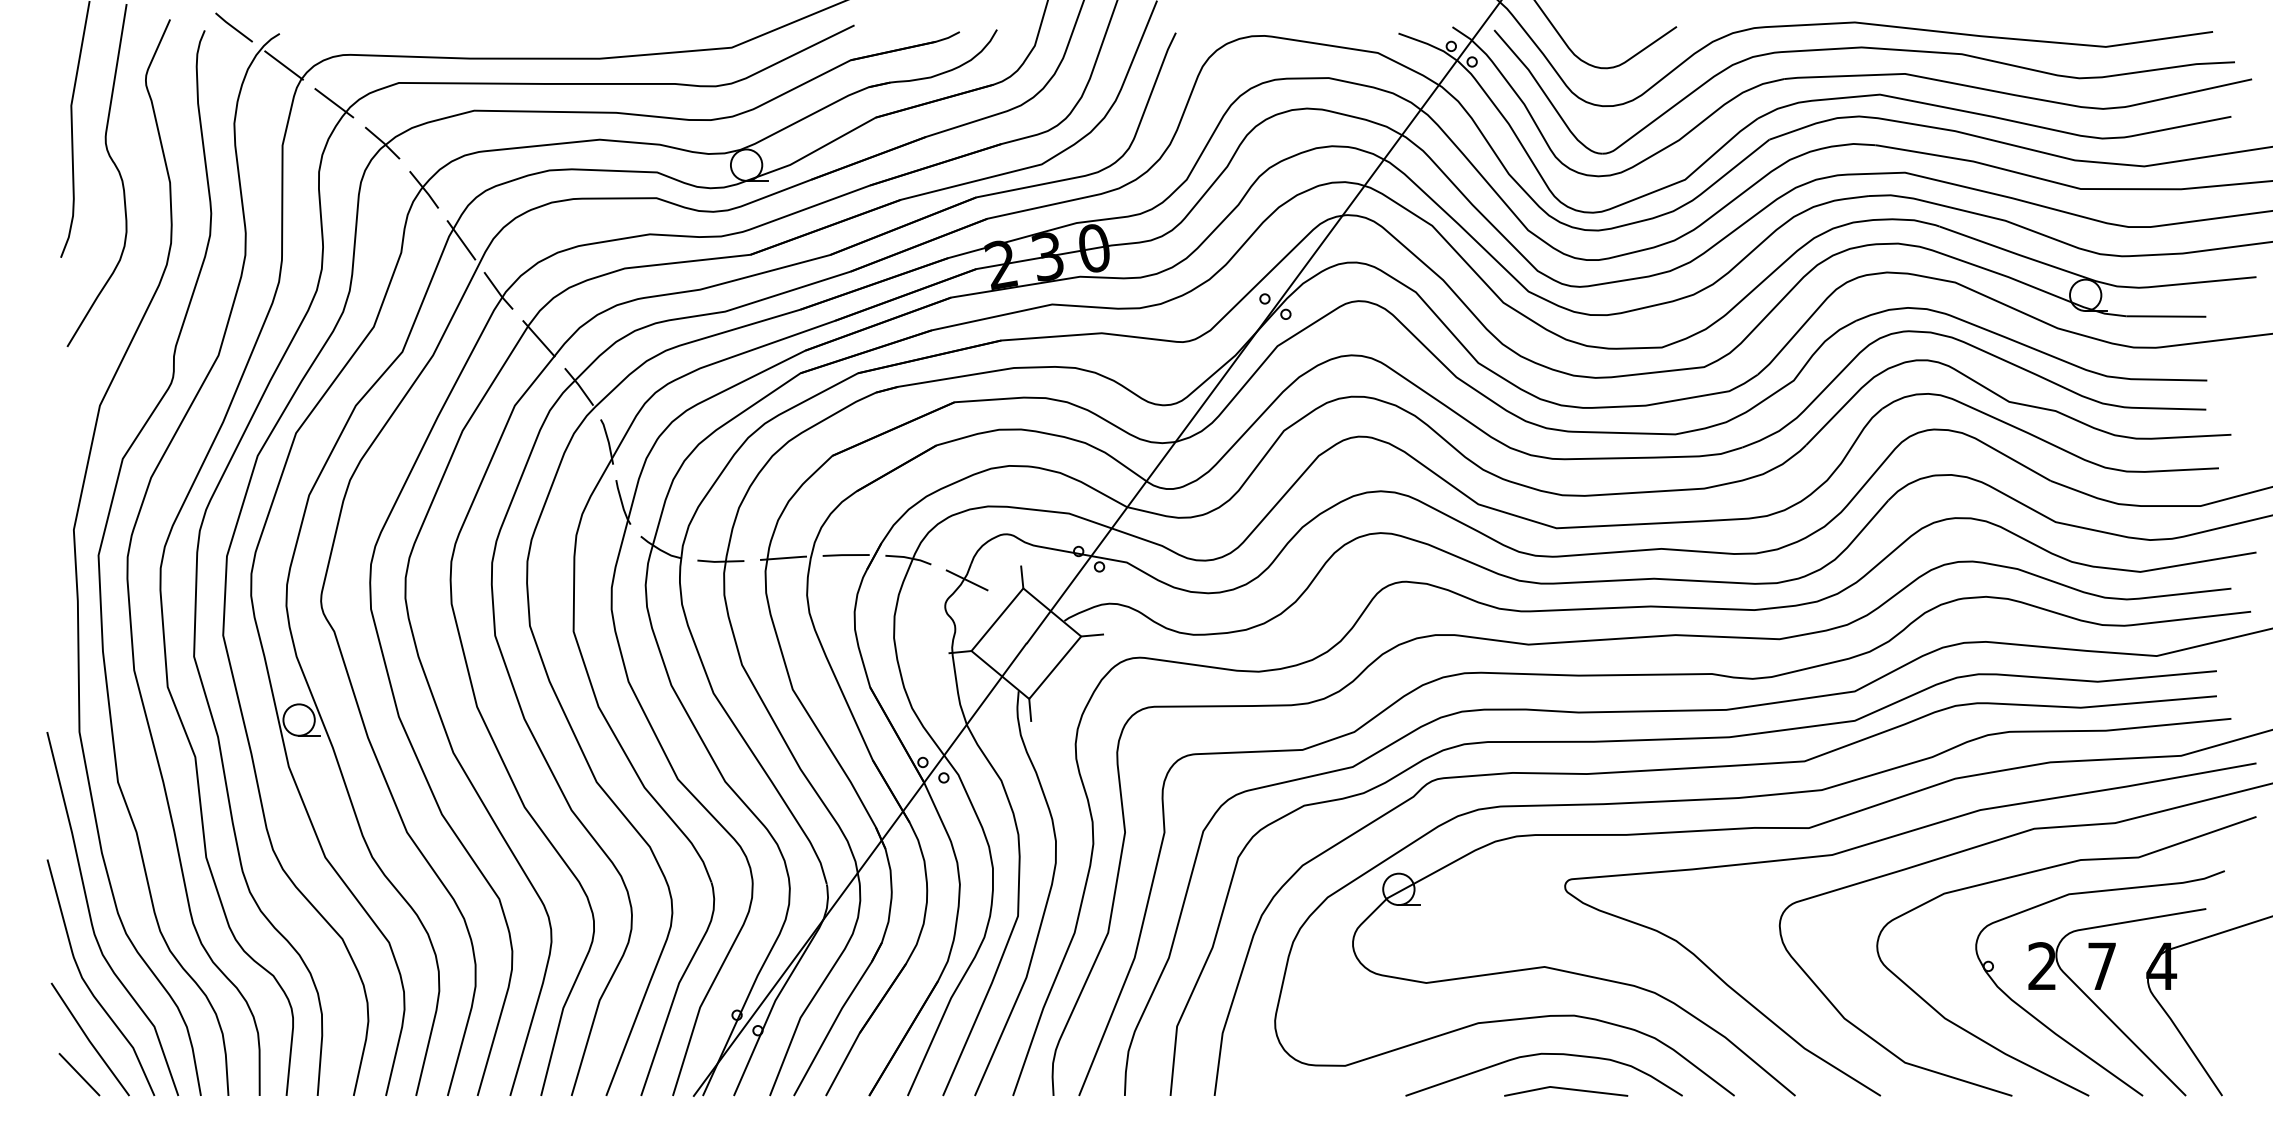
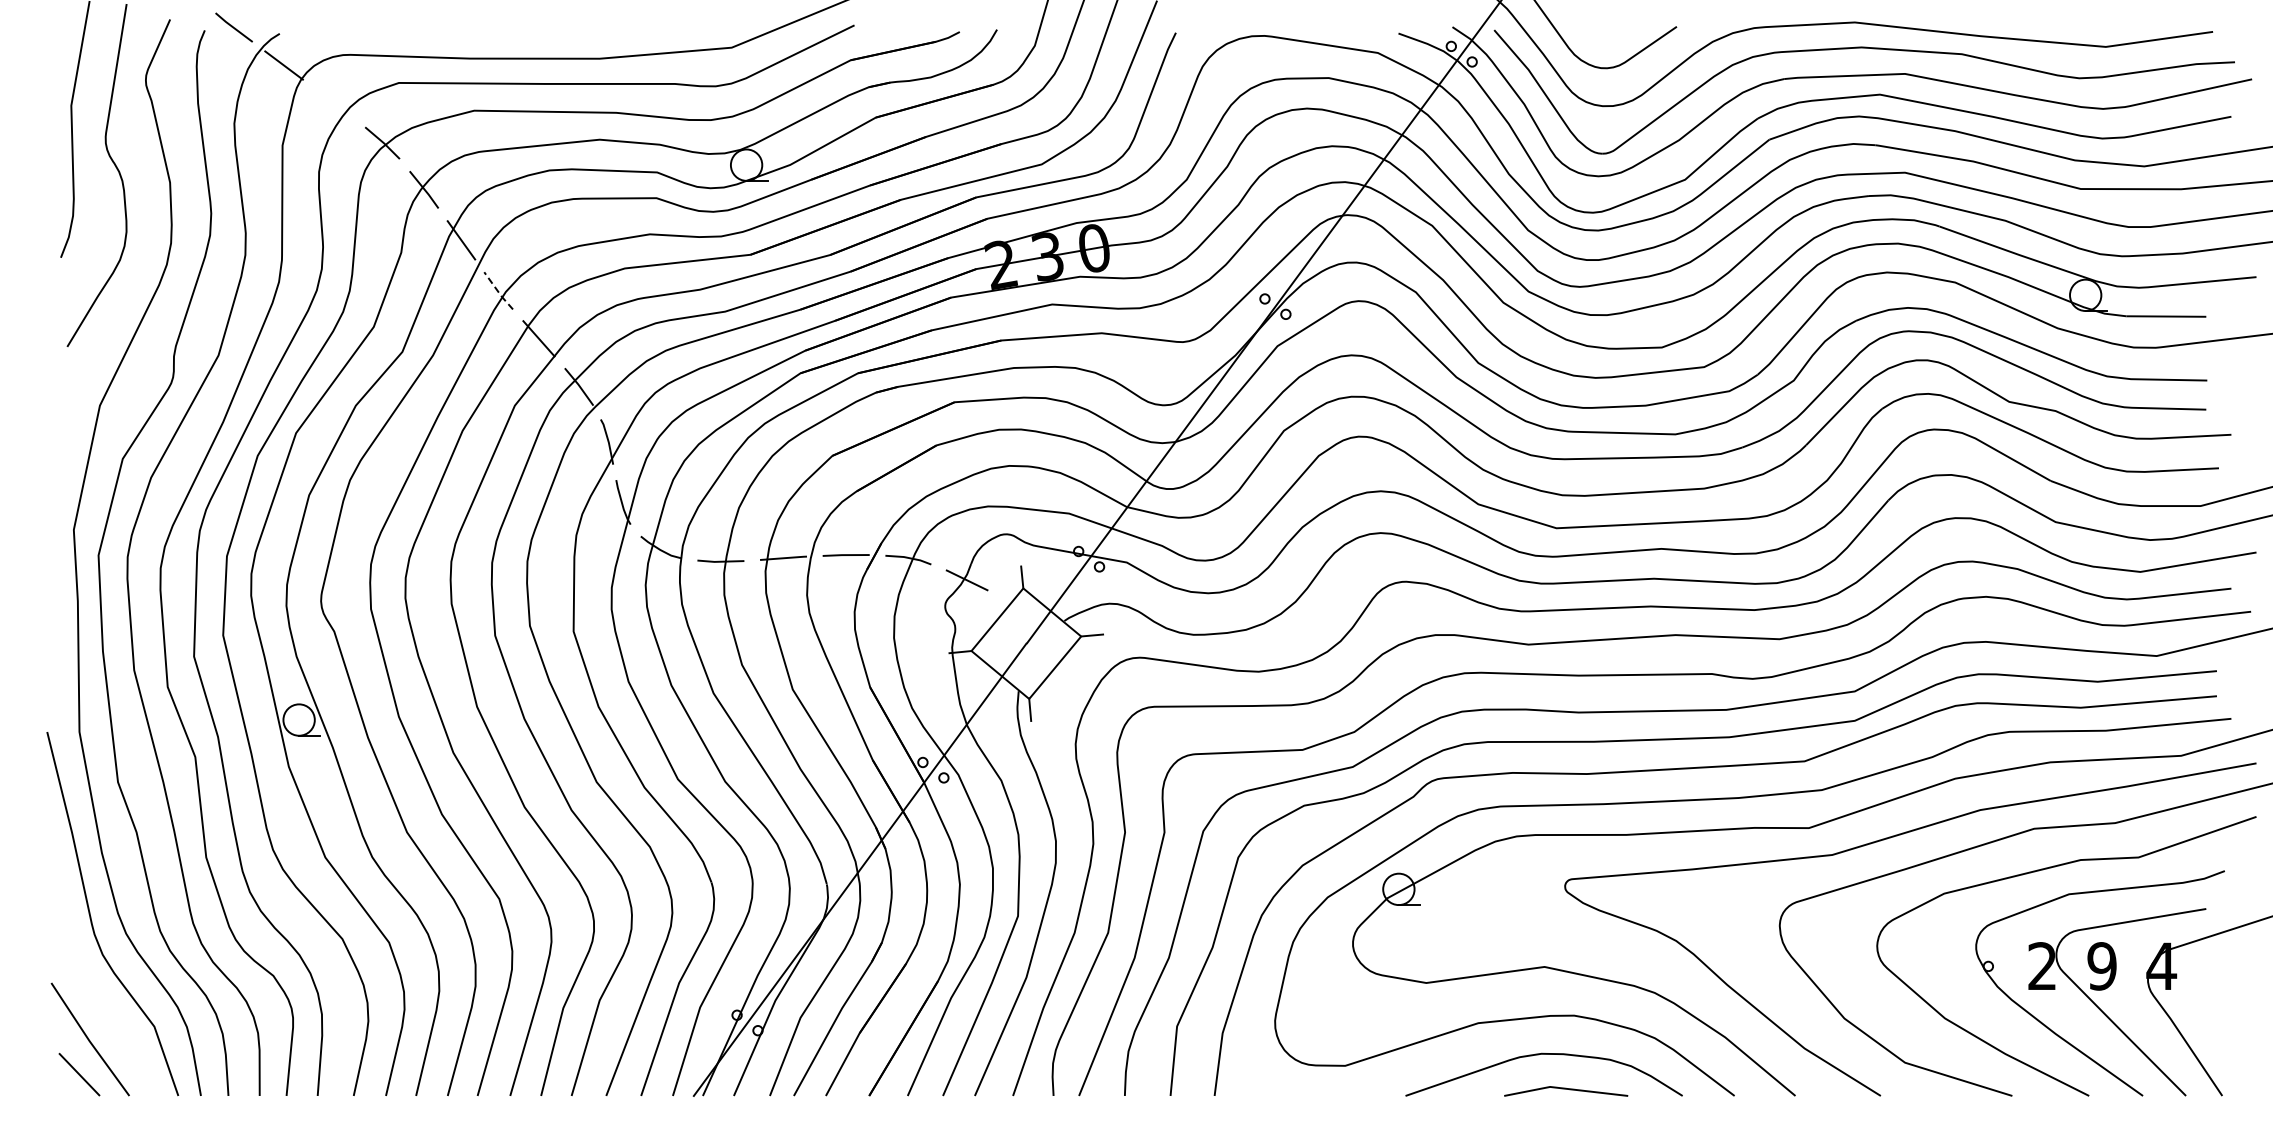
line at (334, 103): present -> none
line at (498, 291): solid -> dashed
text at (2101, 966): 7 -> 9
curve at (88, 985): present -> none
